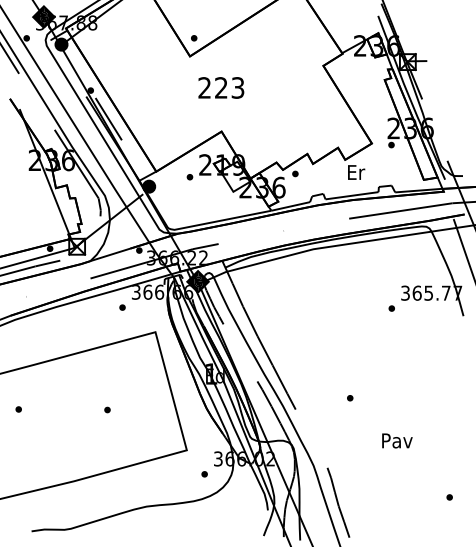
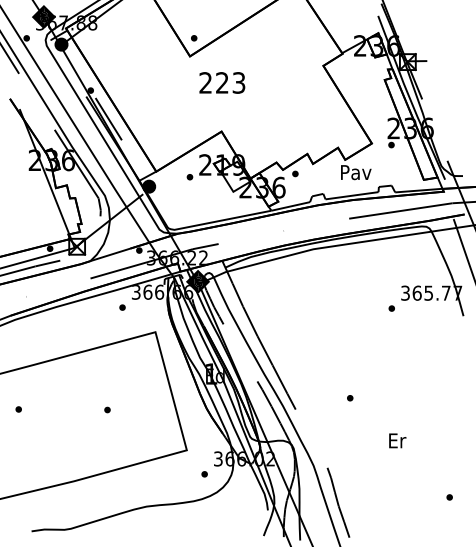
text at (221, 87) position: (221, 87) -> (222, 82)
text at (356, 172): Er -> Pav
text at (397, 440): Pav -> Er
